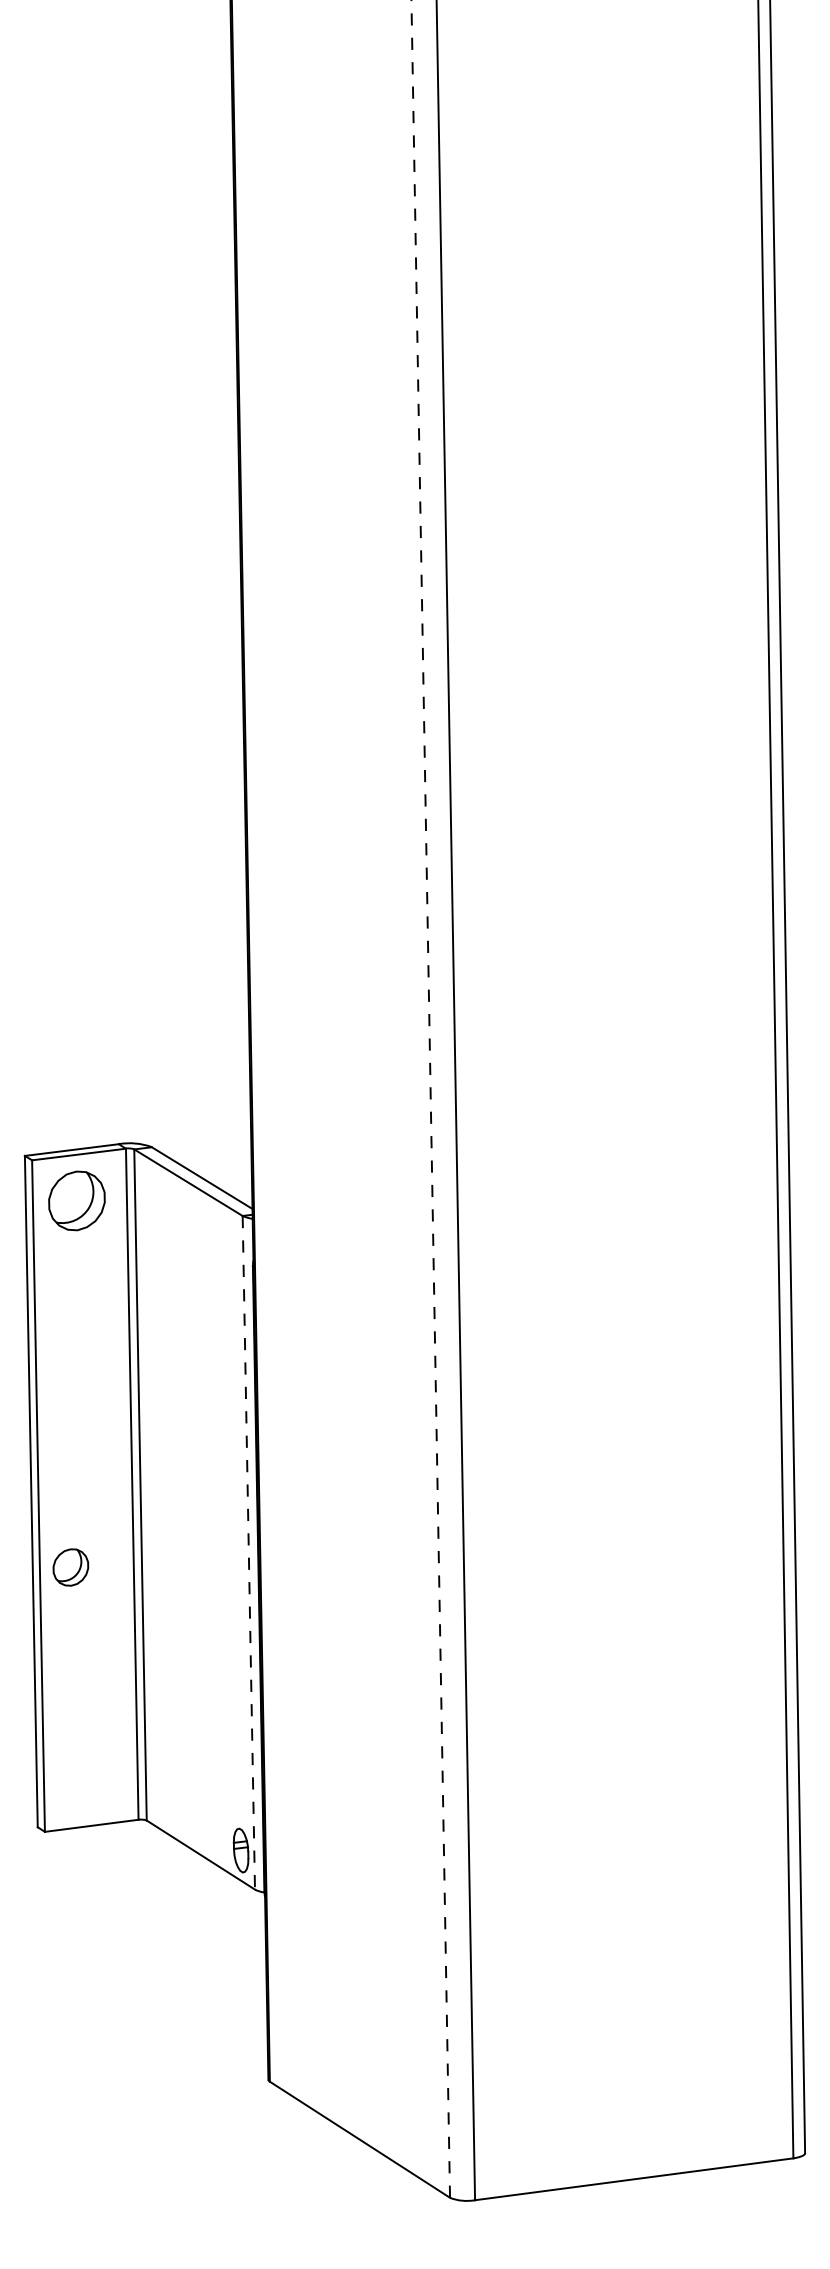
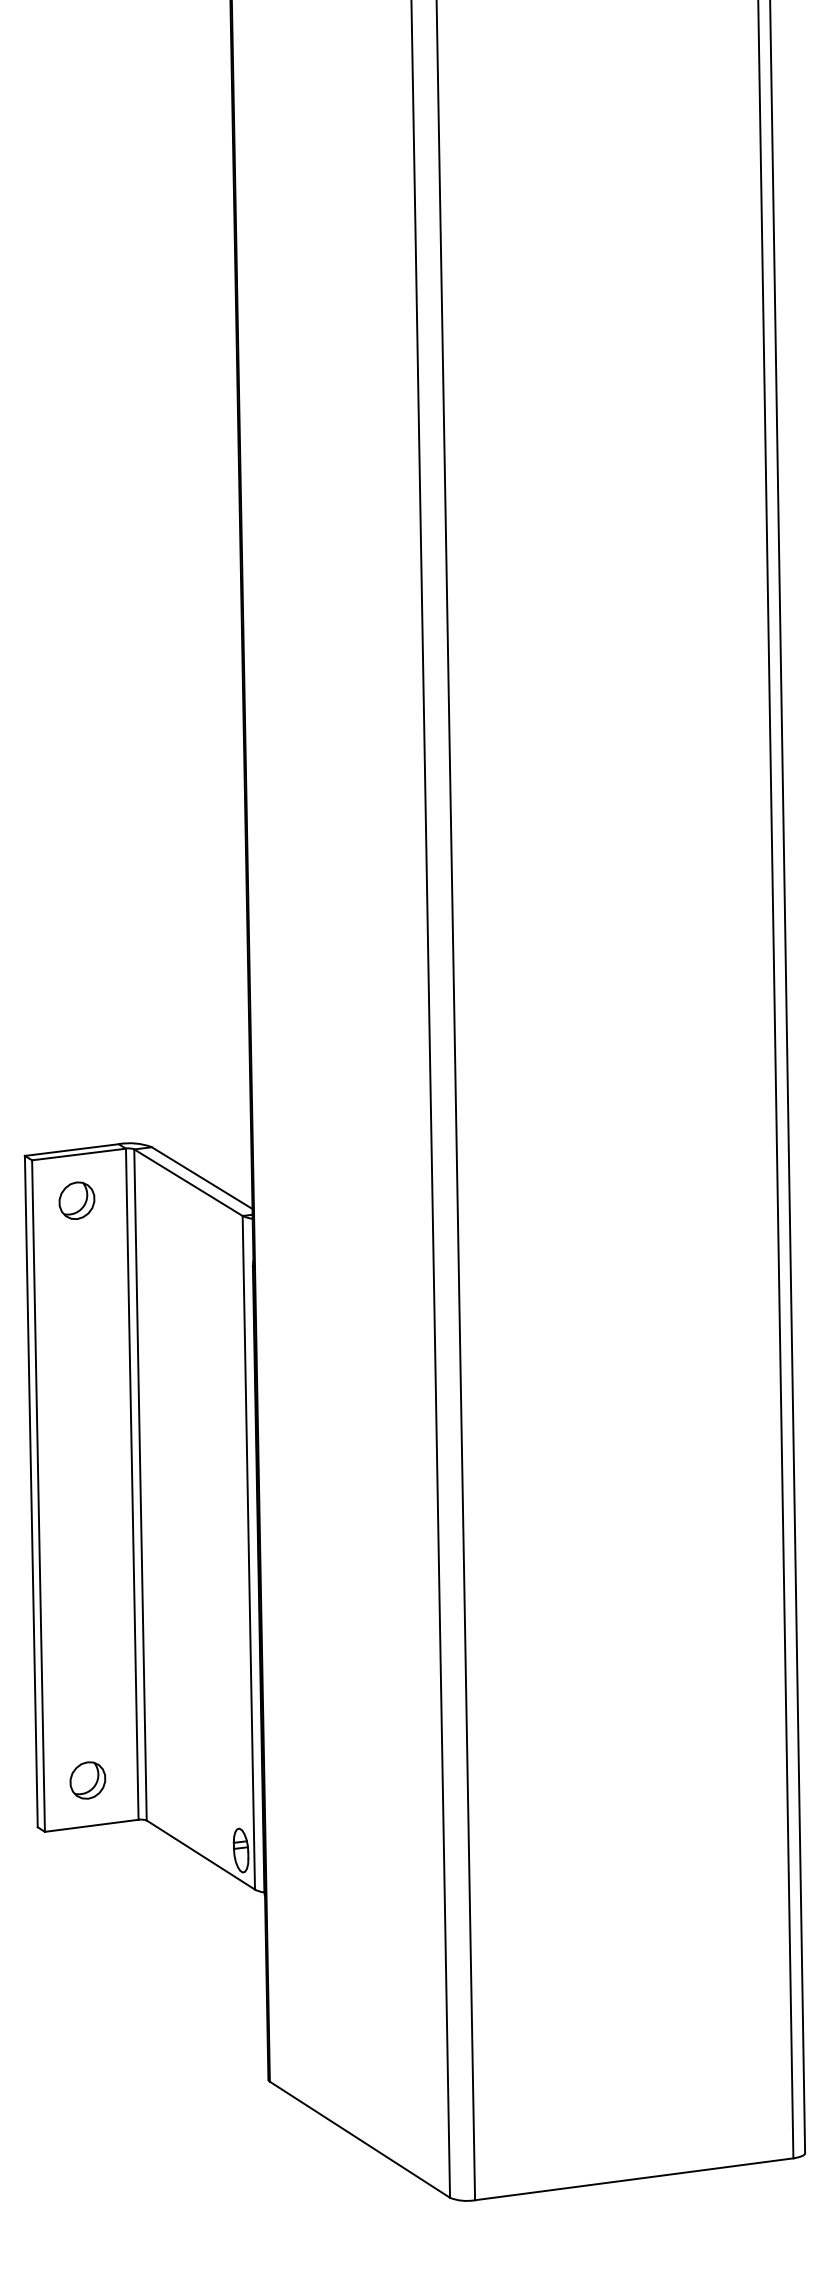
line at (430, 1099): dashed -> solid
part at (76, 1200) size: 58x62 px -> 38x39 px
line at (248, 1552): dashed -> solid
part at (70, 1567) position: (70, 1567) -> (87, 1780)
